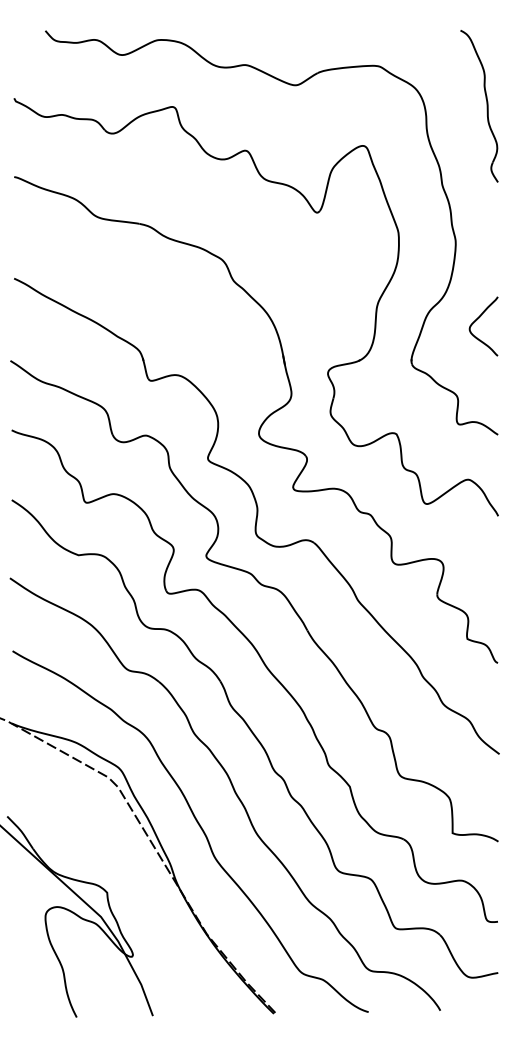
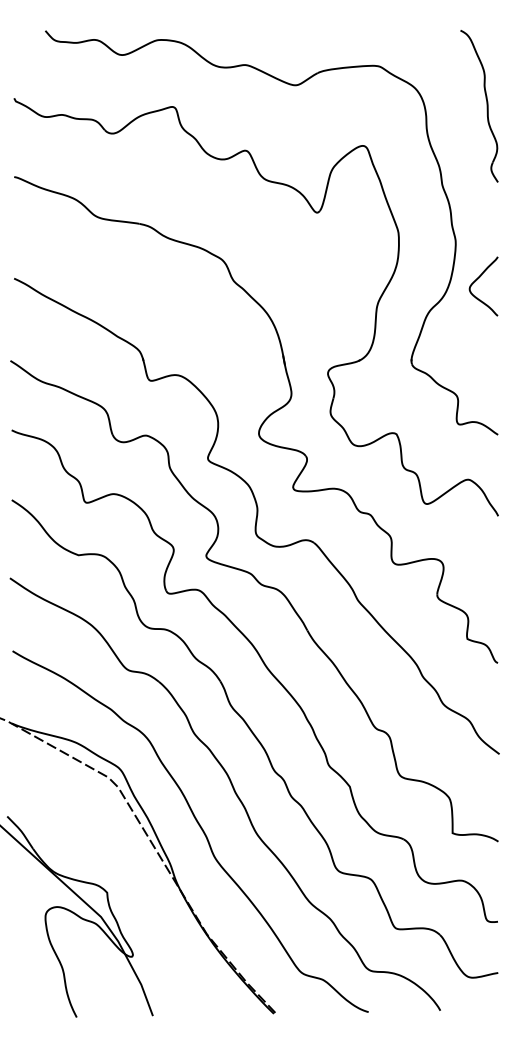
curve at (477, 320) position: (477, 320) -> (477, 280)
